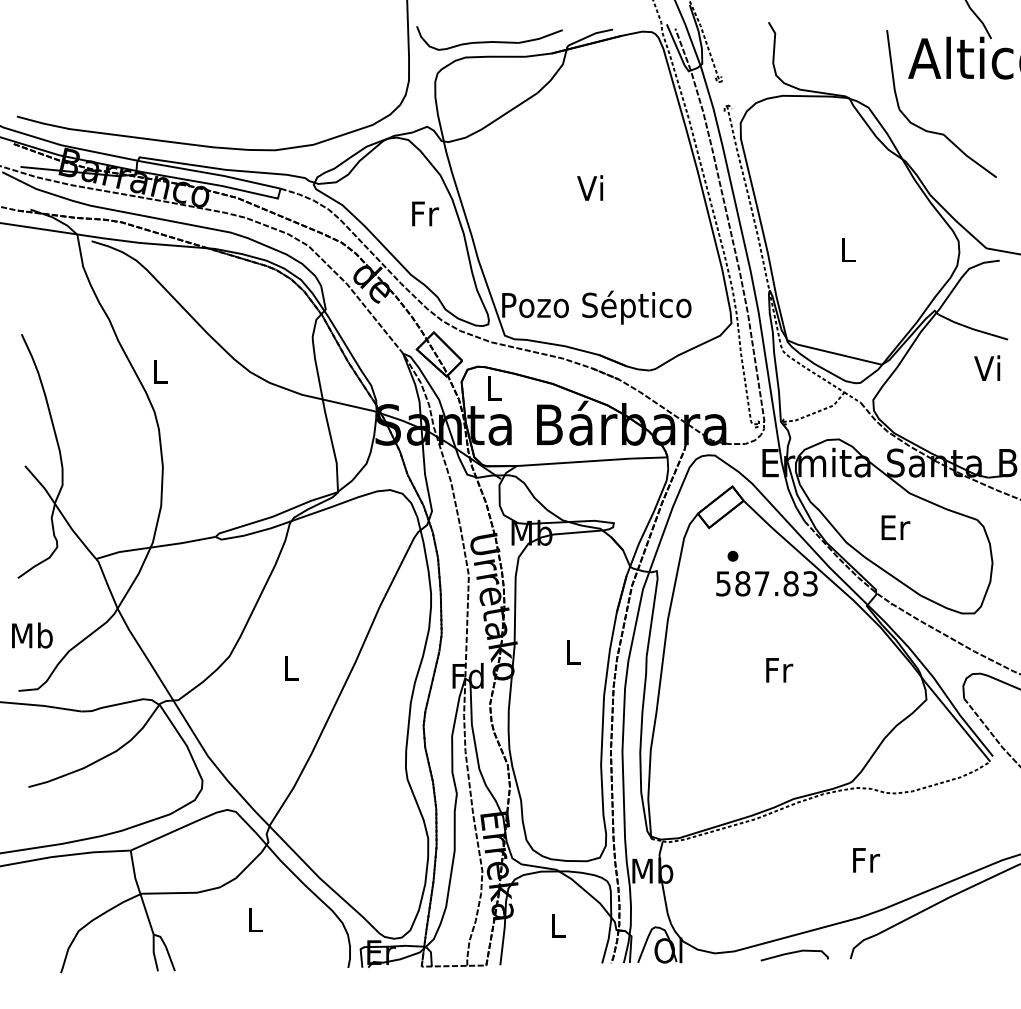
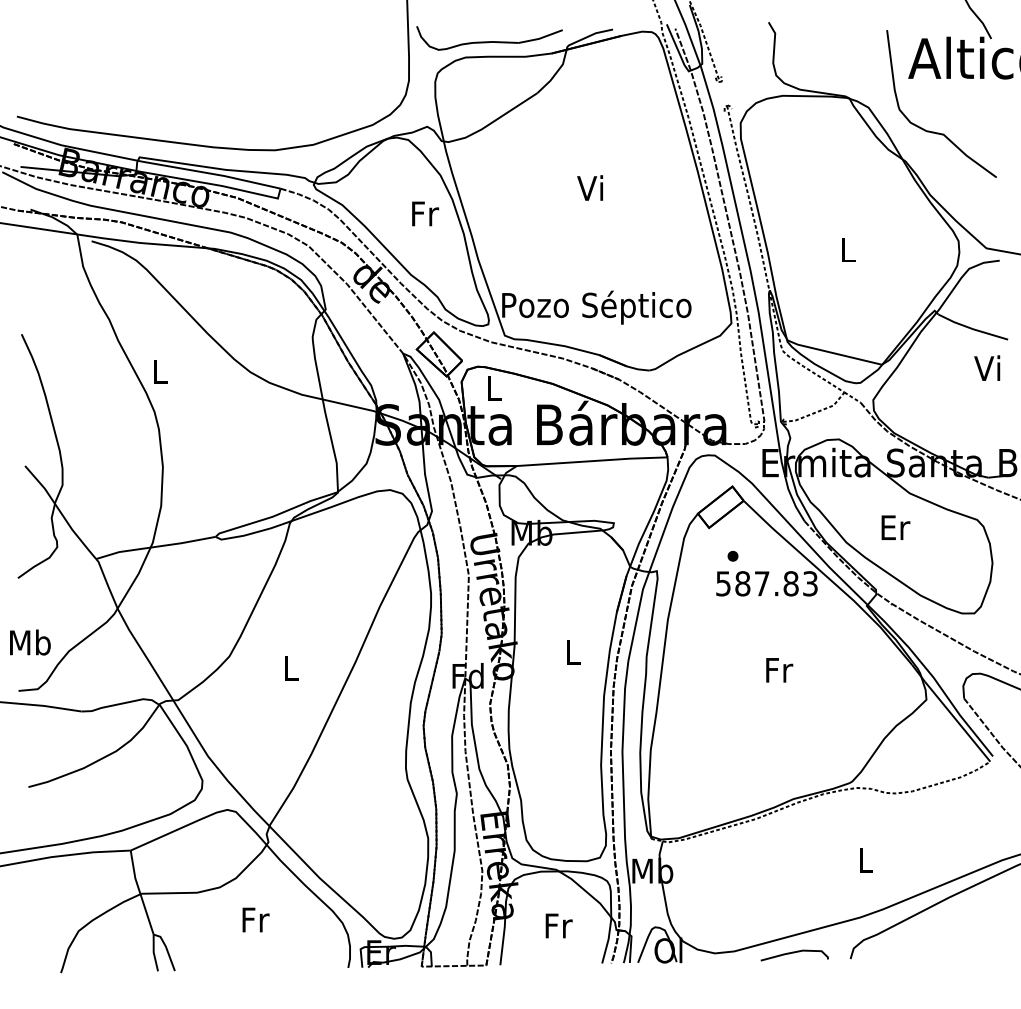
text at (32, 635) position: (32, 635) -> (30, 642)
text at (866, 860): Fr -> L
text at (255, 919): L -> Fr
text at (558, 925): L -> Fr
